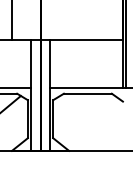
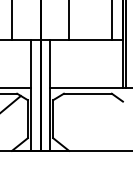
line at (69, 20): none -> present
line at (111, 20): none -> present
